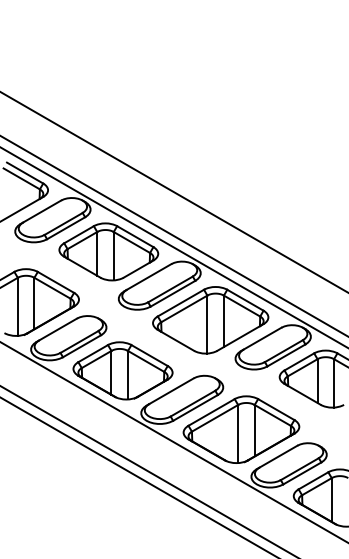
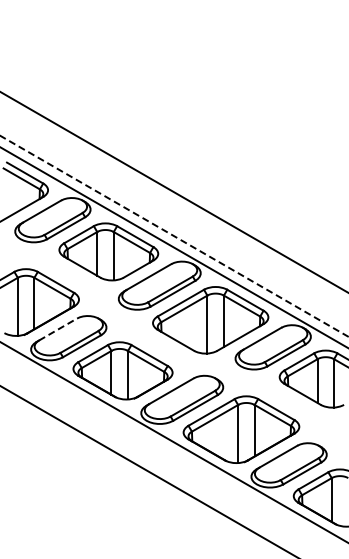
line at (174, 236): solid -> dashed
line at (58, 329): solid -> dashed
line at (138, 476): present -> none
